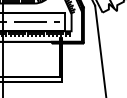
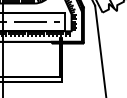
hatch at (74, 22): none -> present
